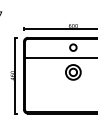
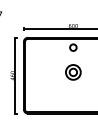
line at (59, 57): present -> none
